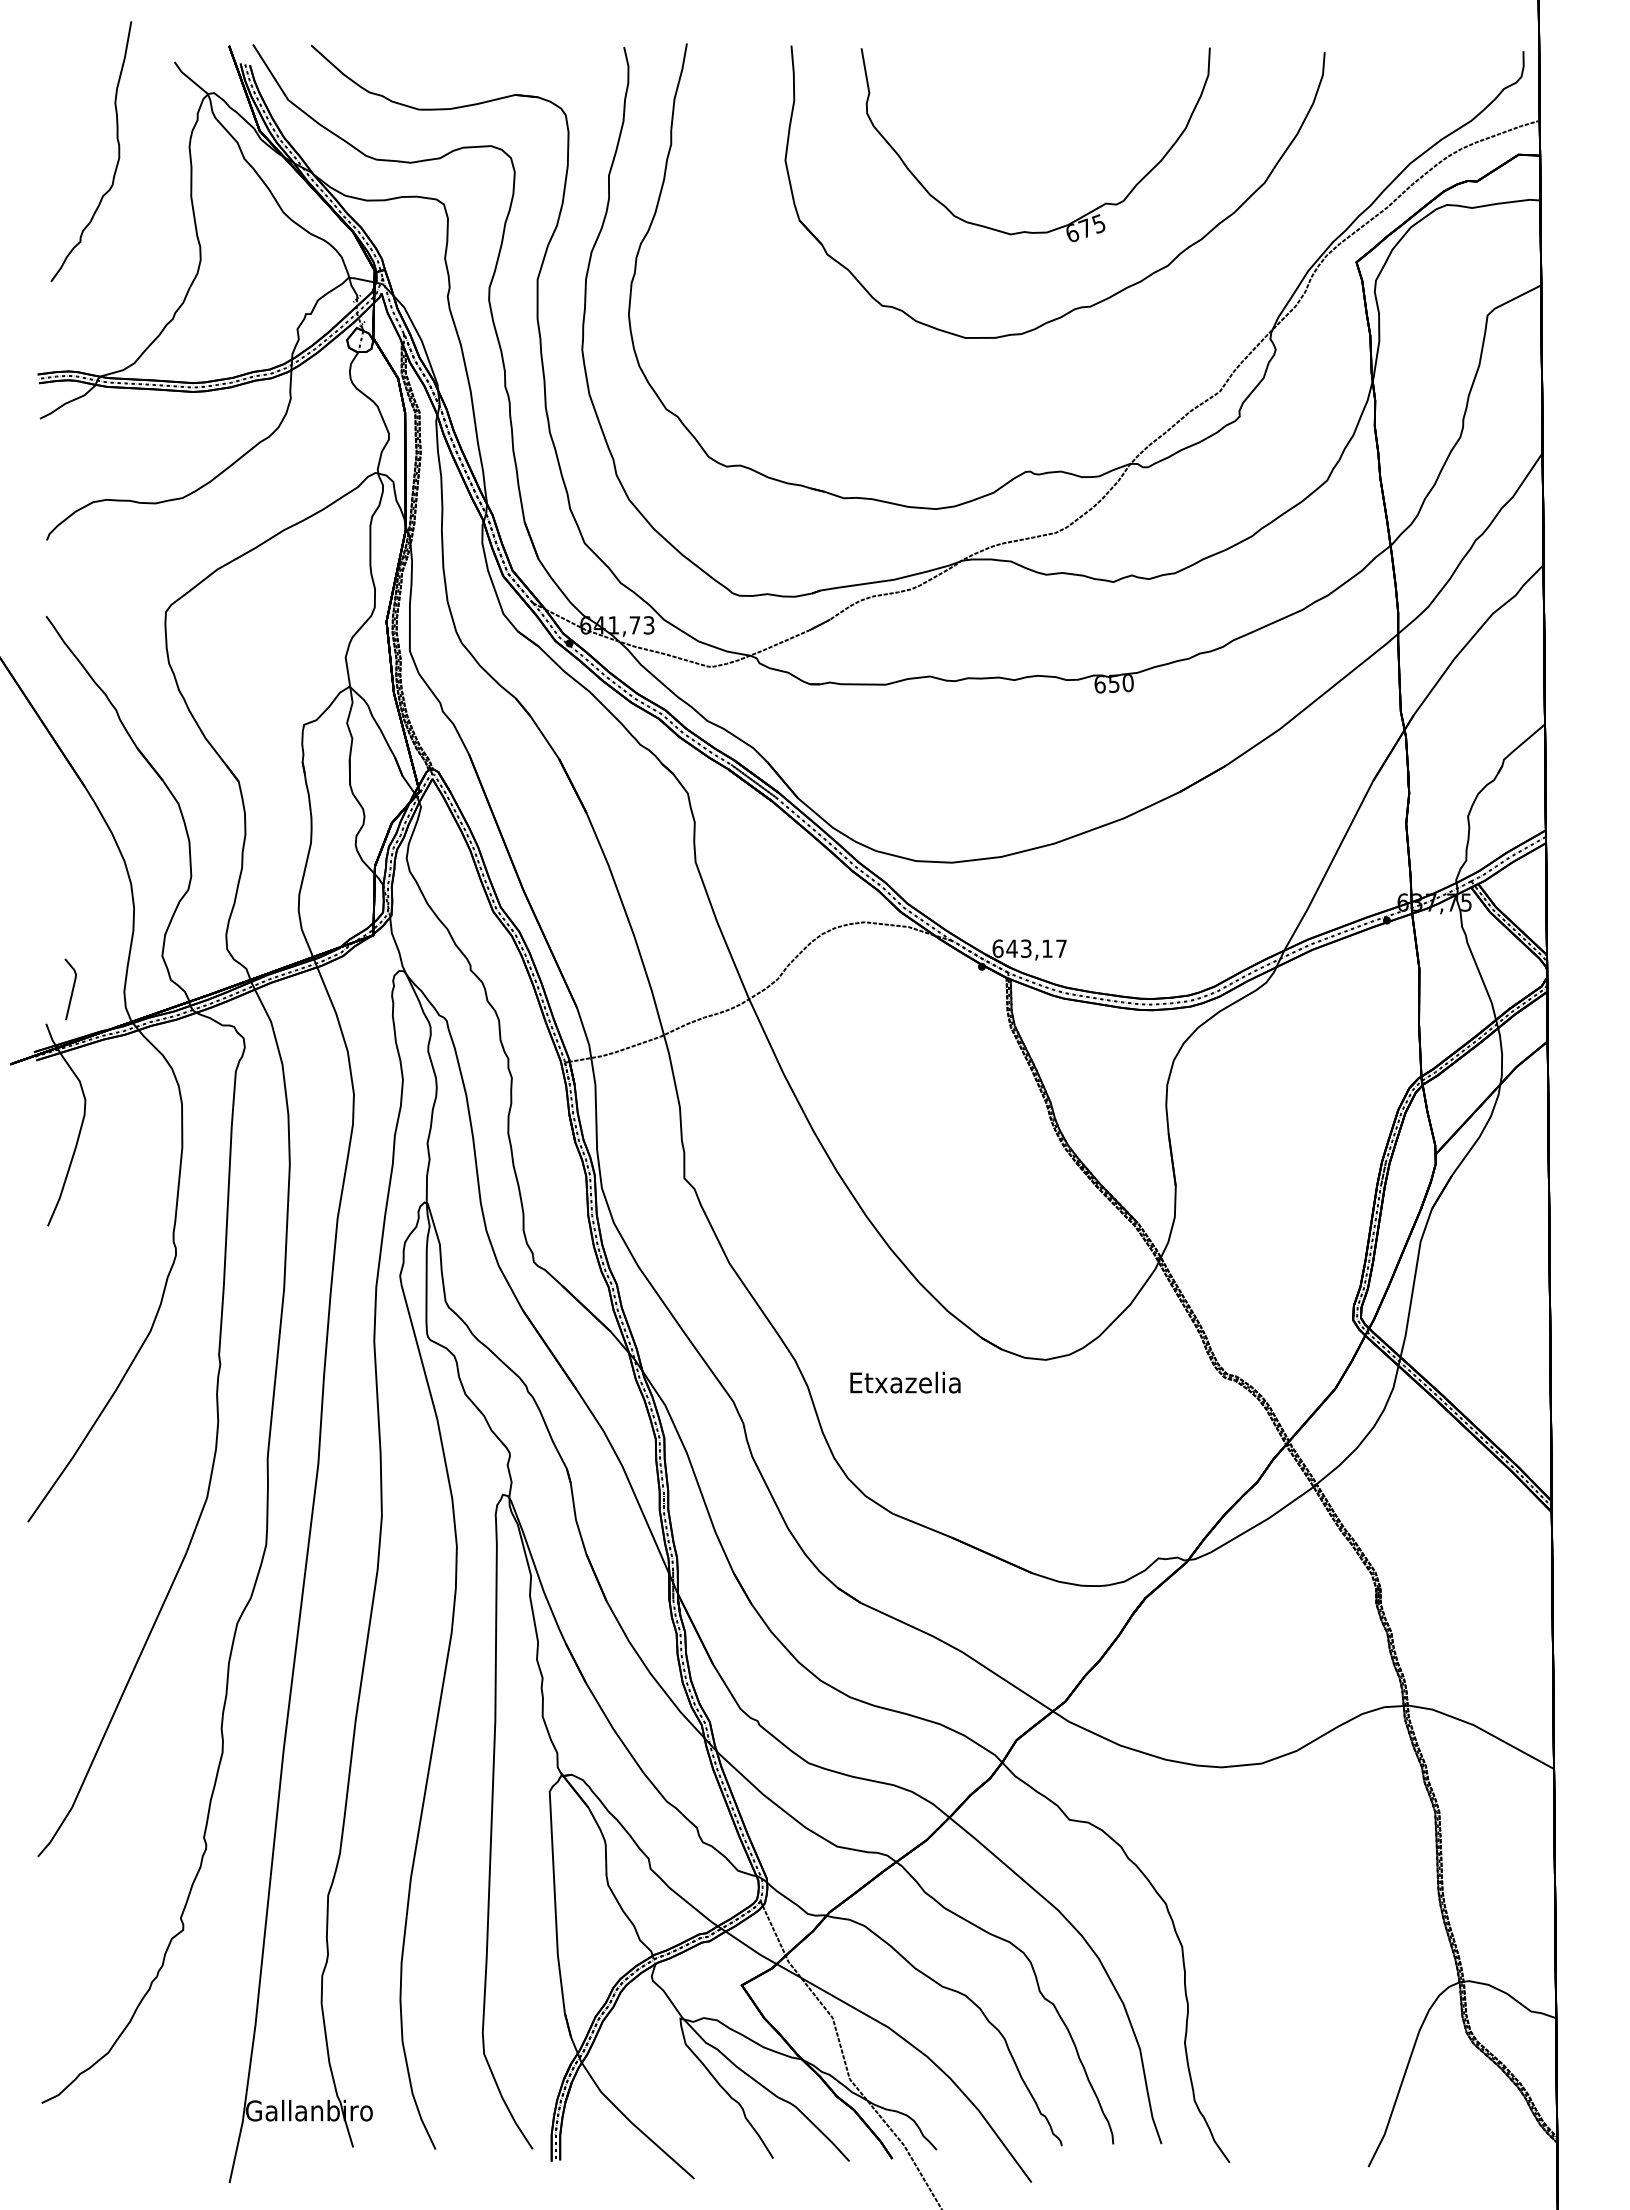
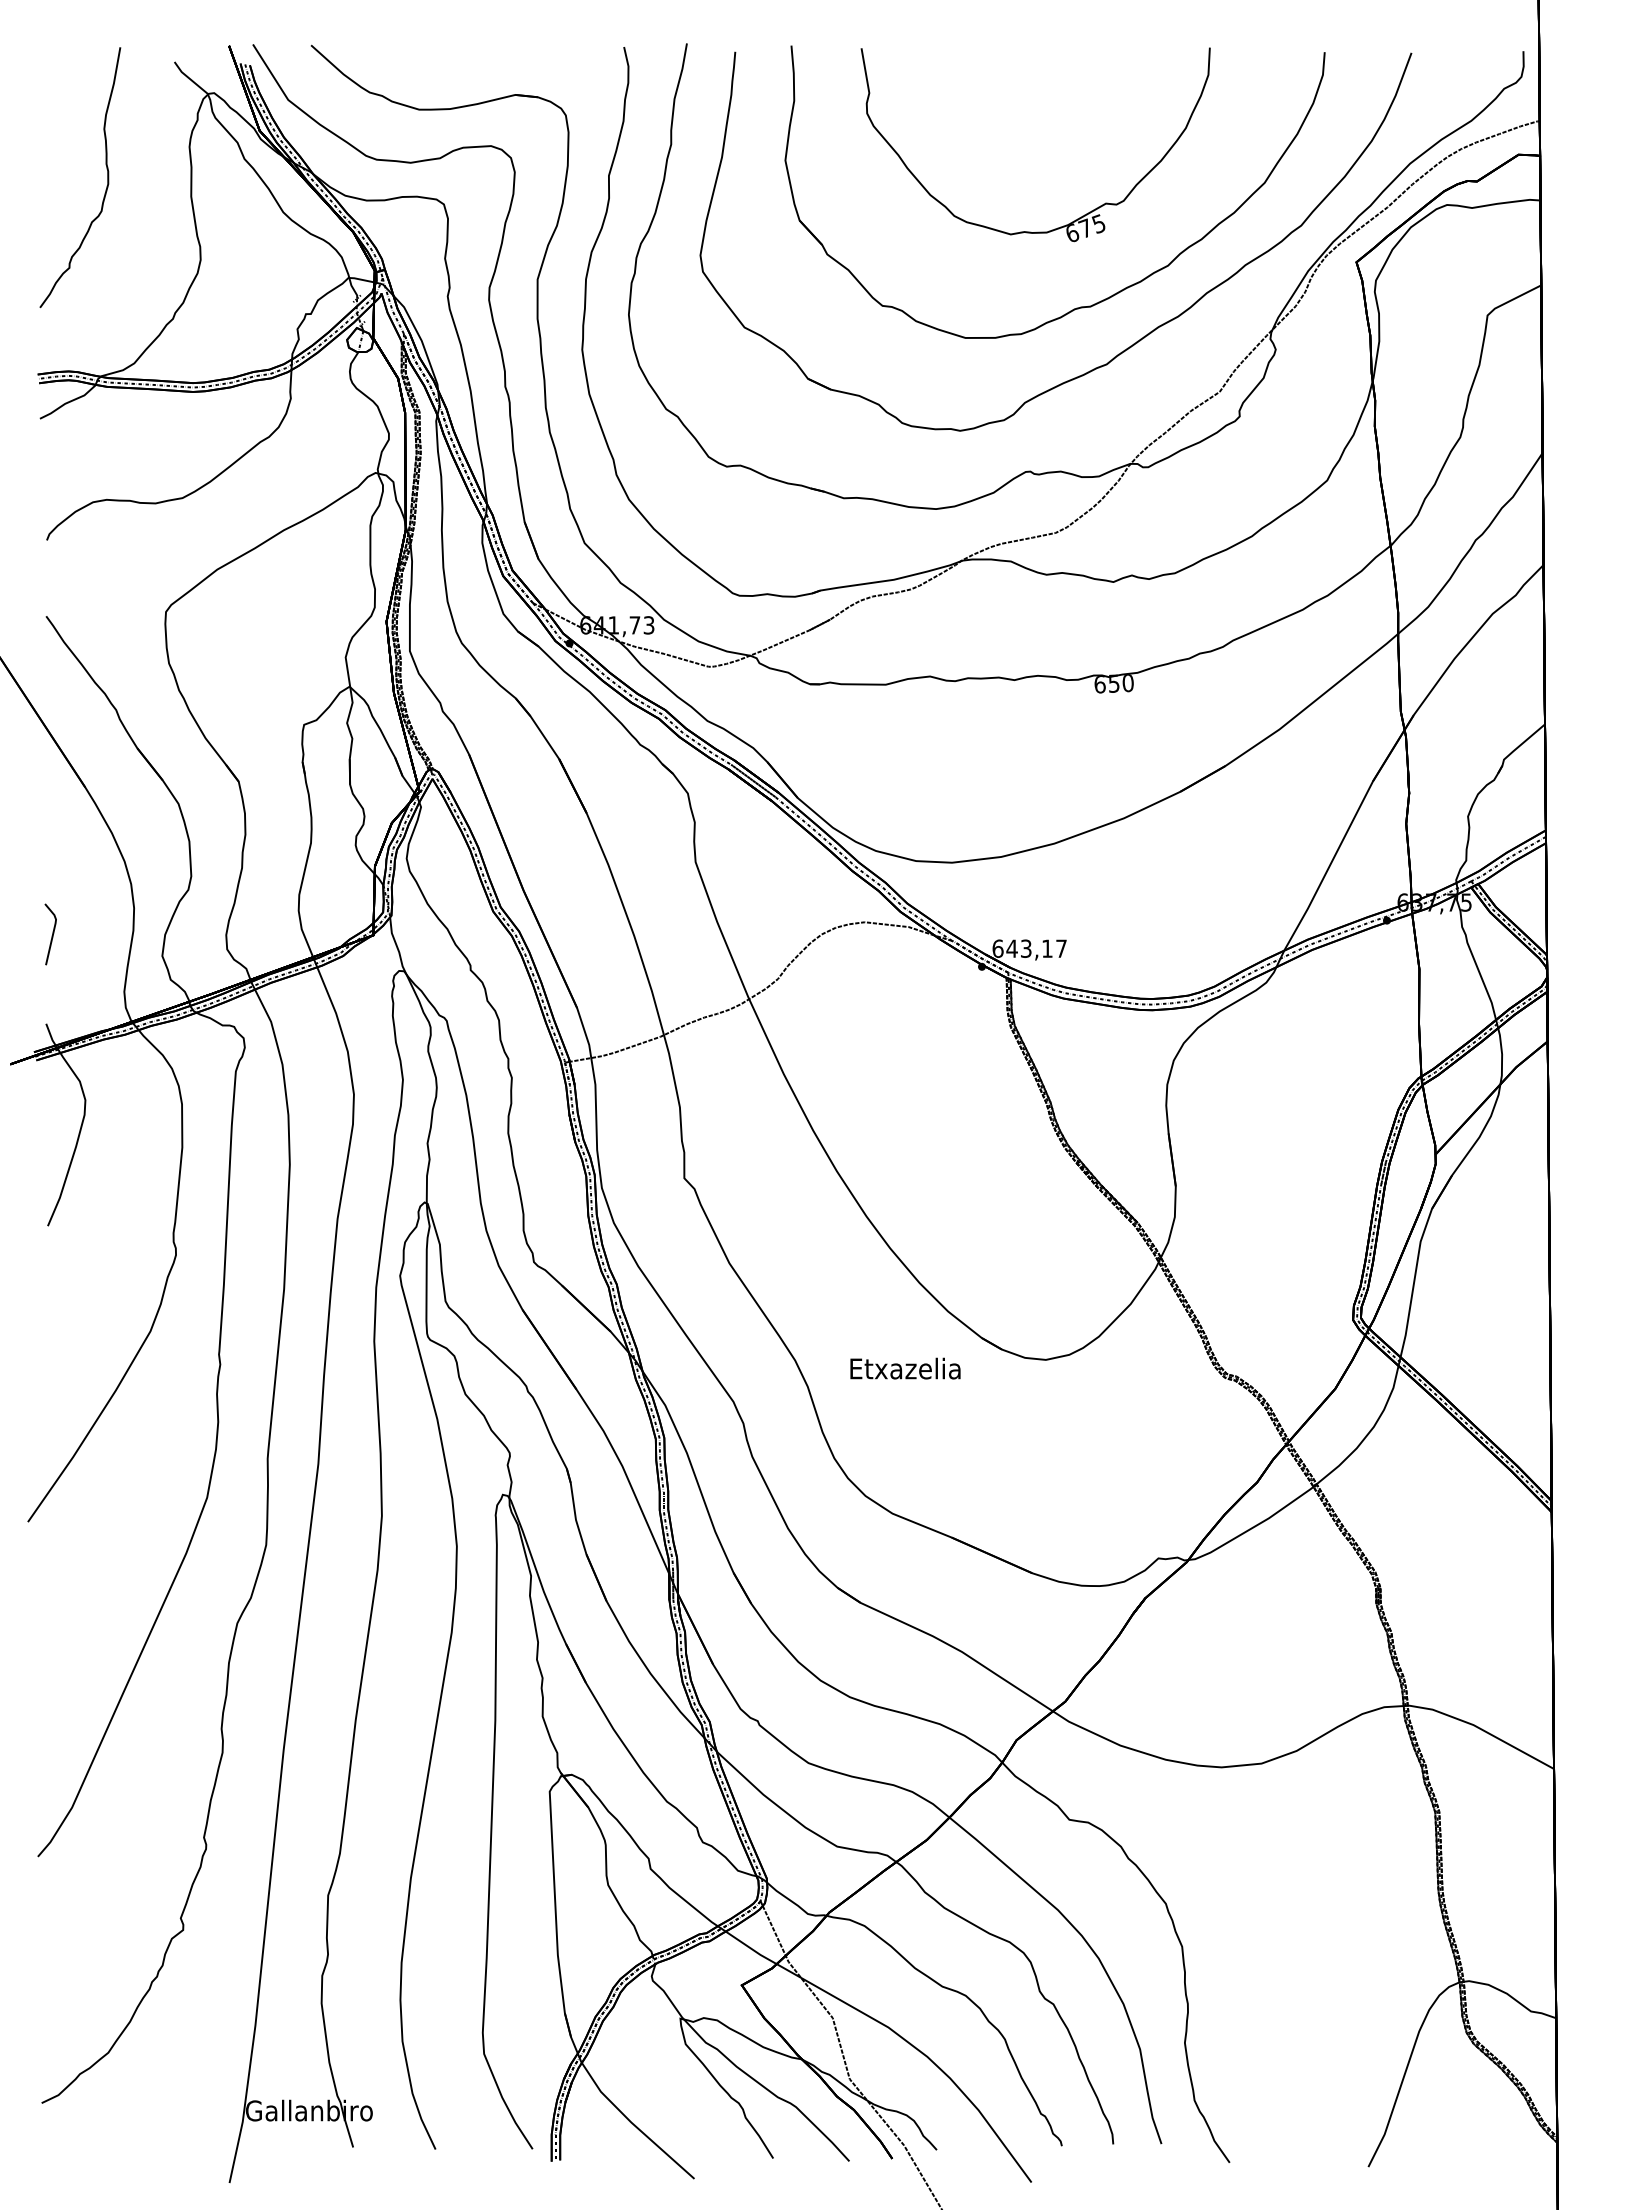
curve at (118, 151) position: (118, 151) -> (107, 177)
part at (1127, 347): none -> present
line at (71, 990) position: (71, 990) -> (51, 935)
text at (905, 1382) position: (905, 1382) -> (905, 1368)
